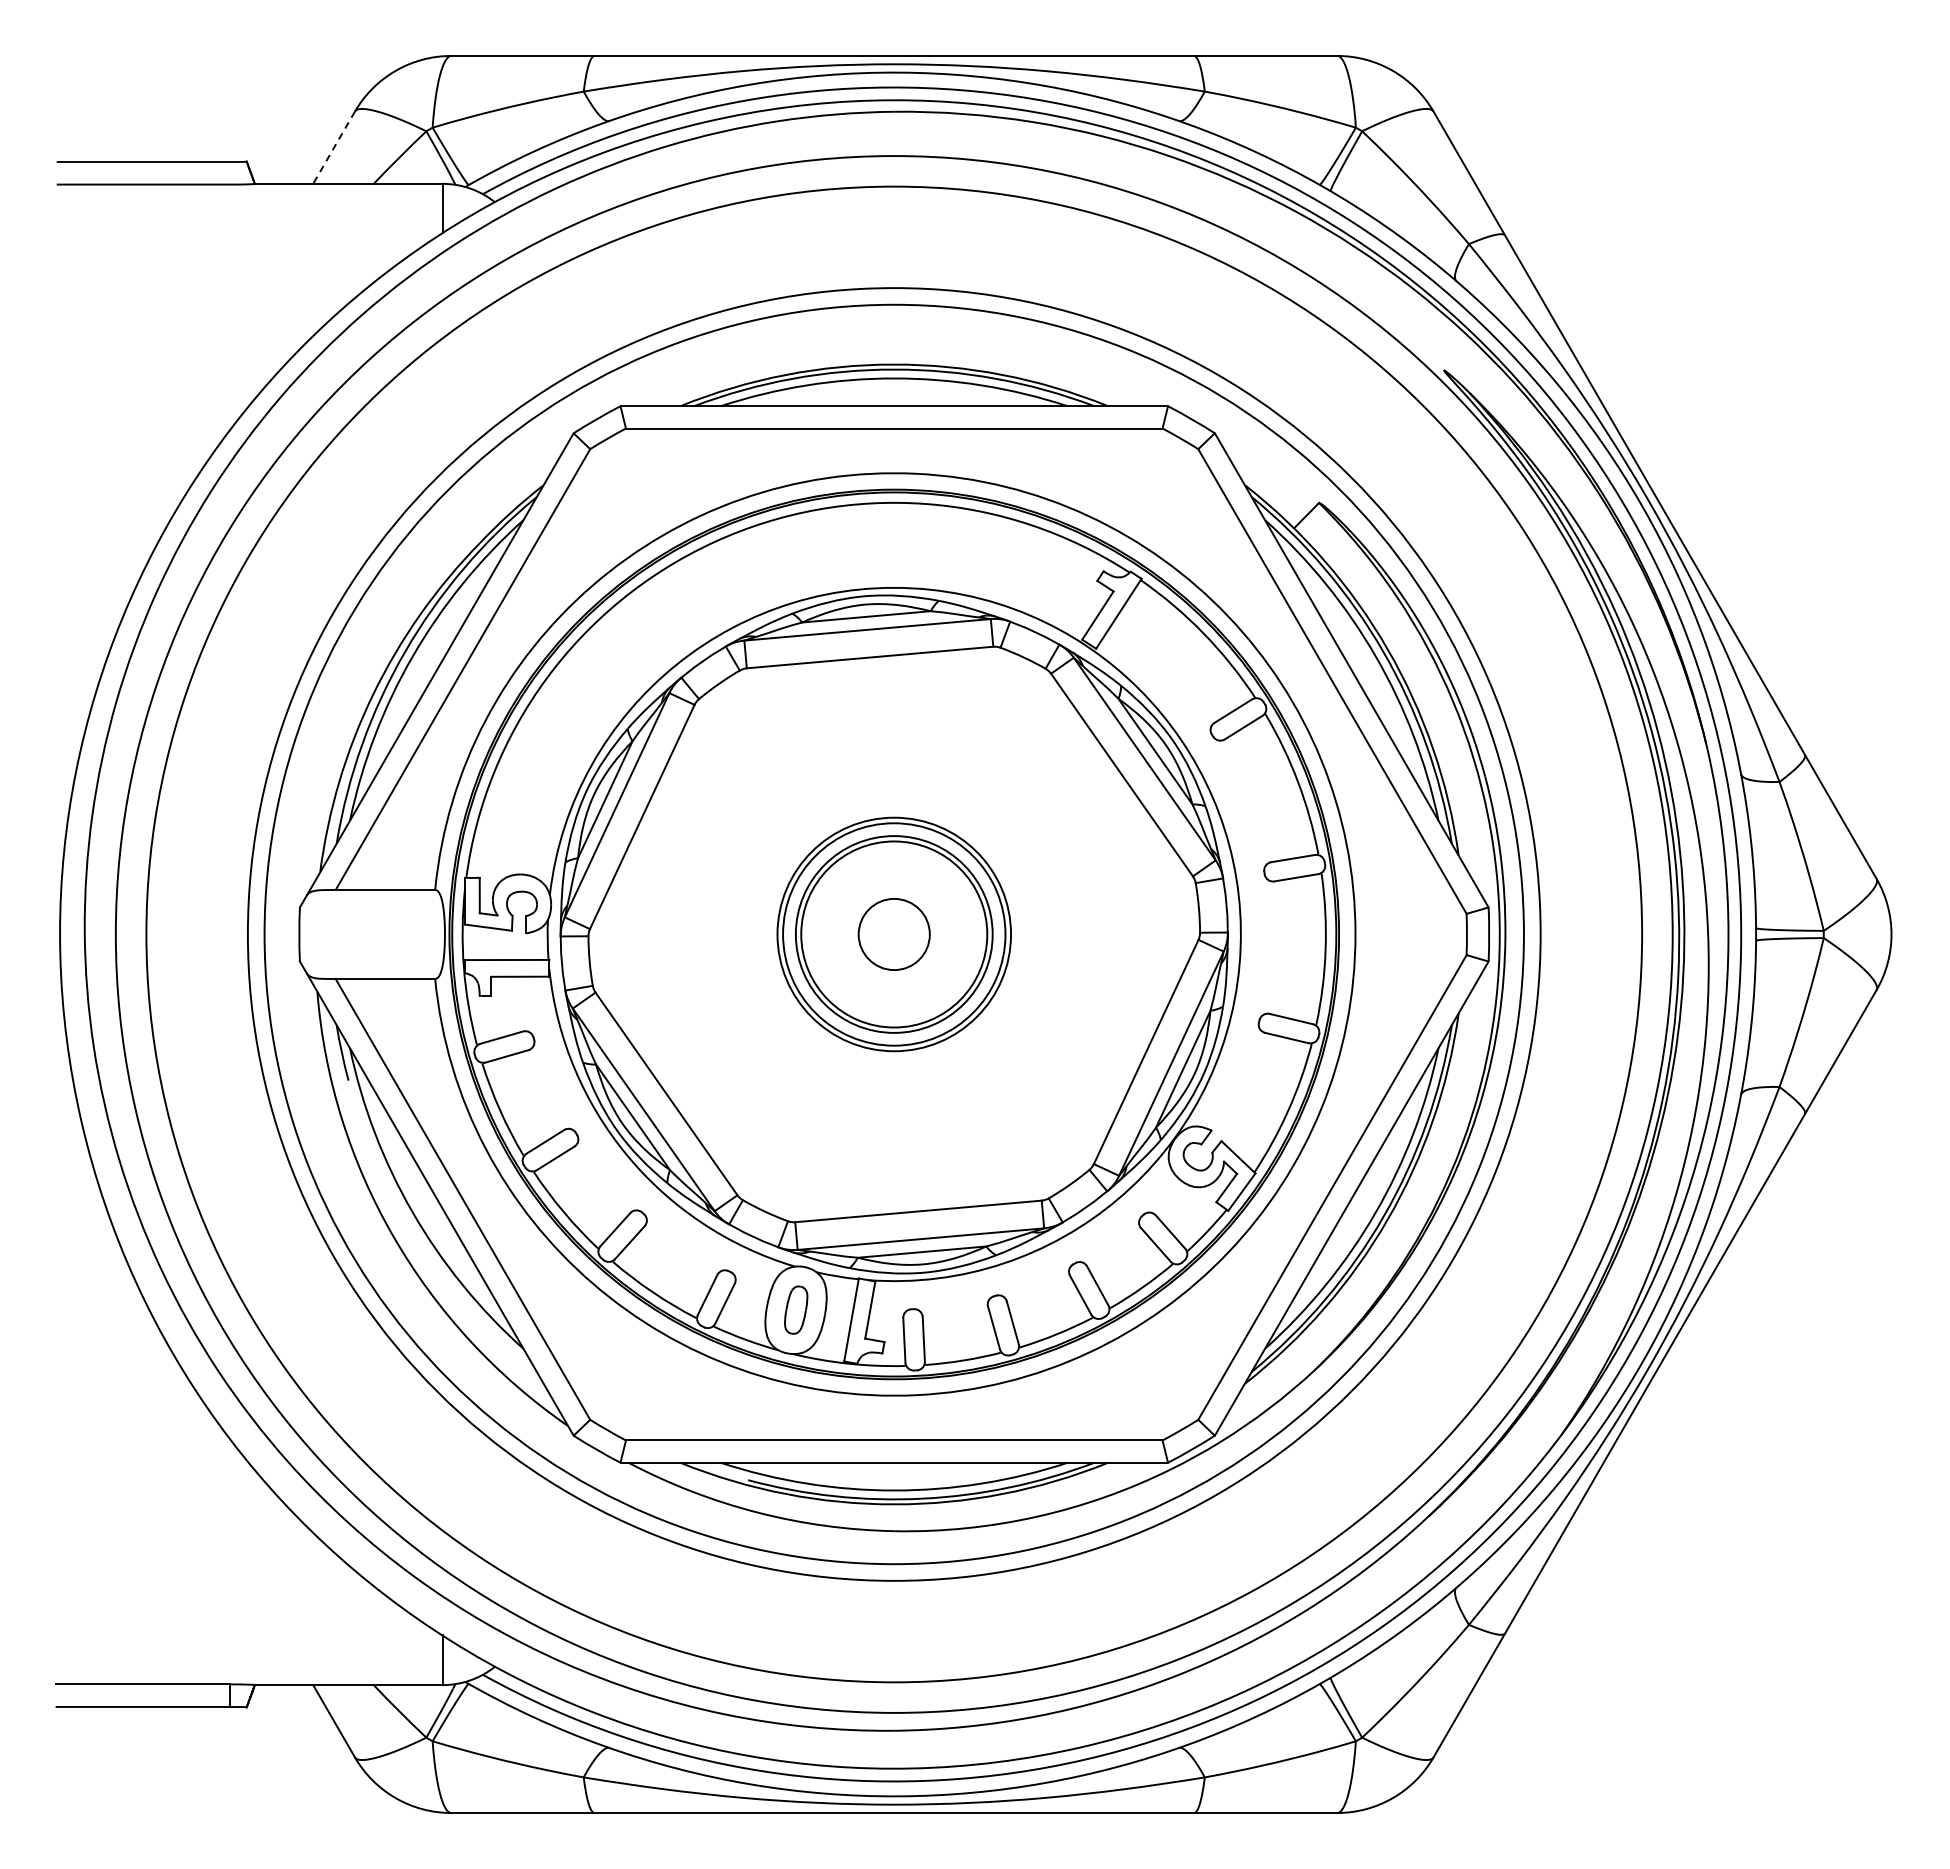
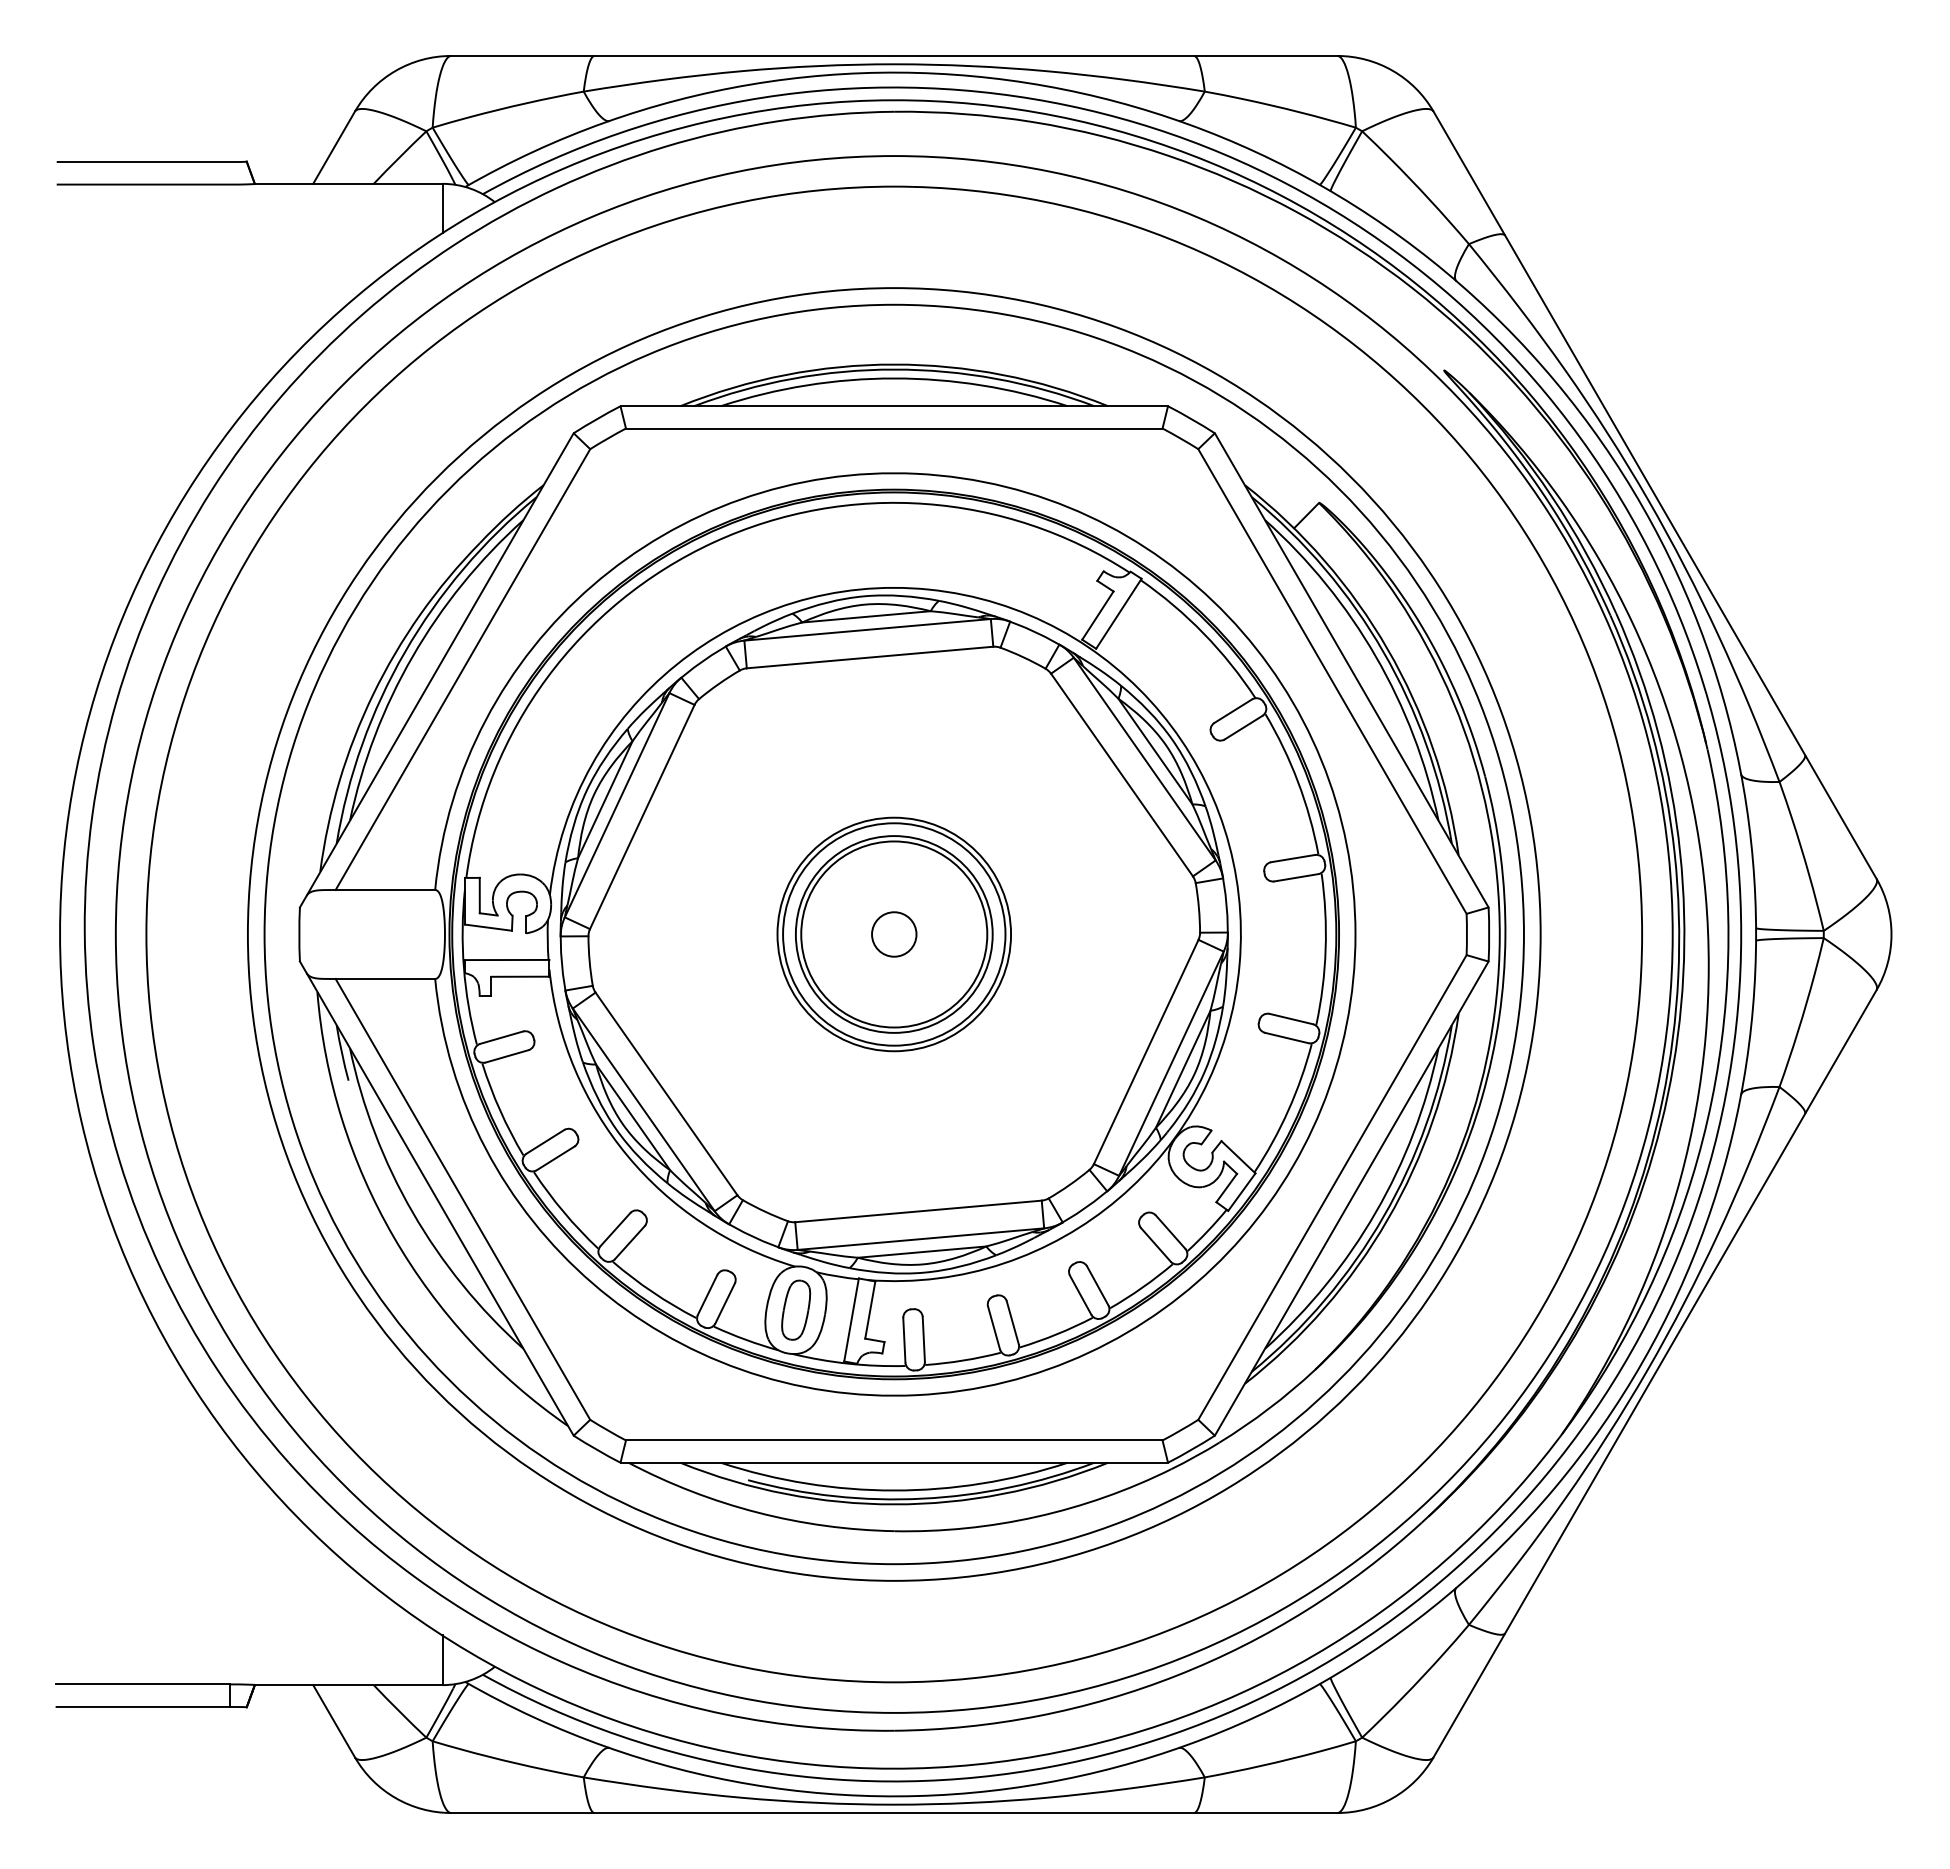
line at (334, 147): dashed -> solid
circle at (893, 934) diameter: 71 px -> 44 px
part at (796, 1309) size: 25x50 px -> 31x62 px
